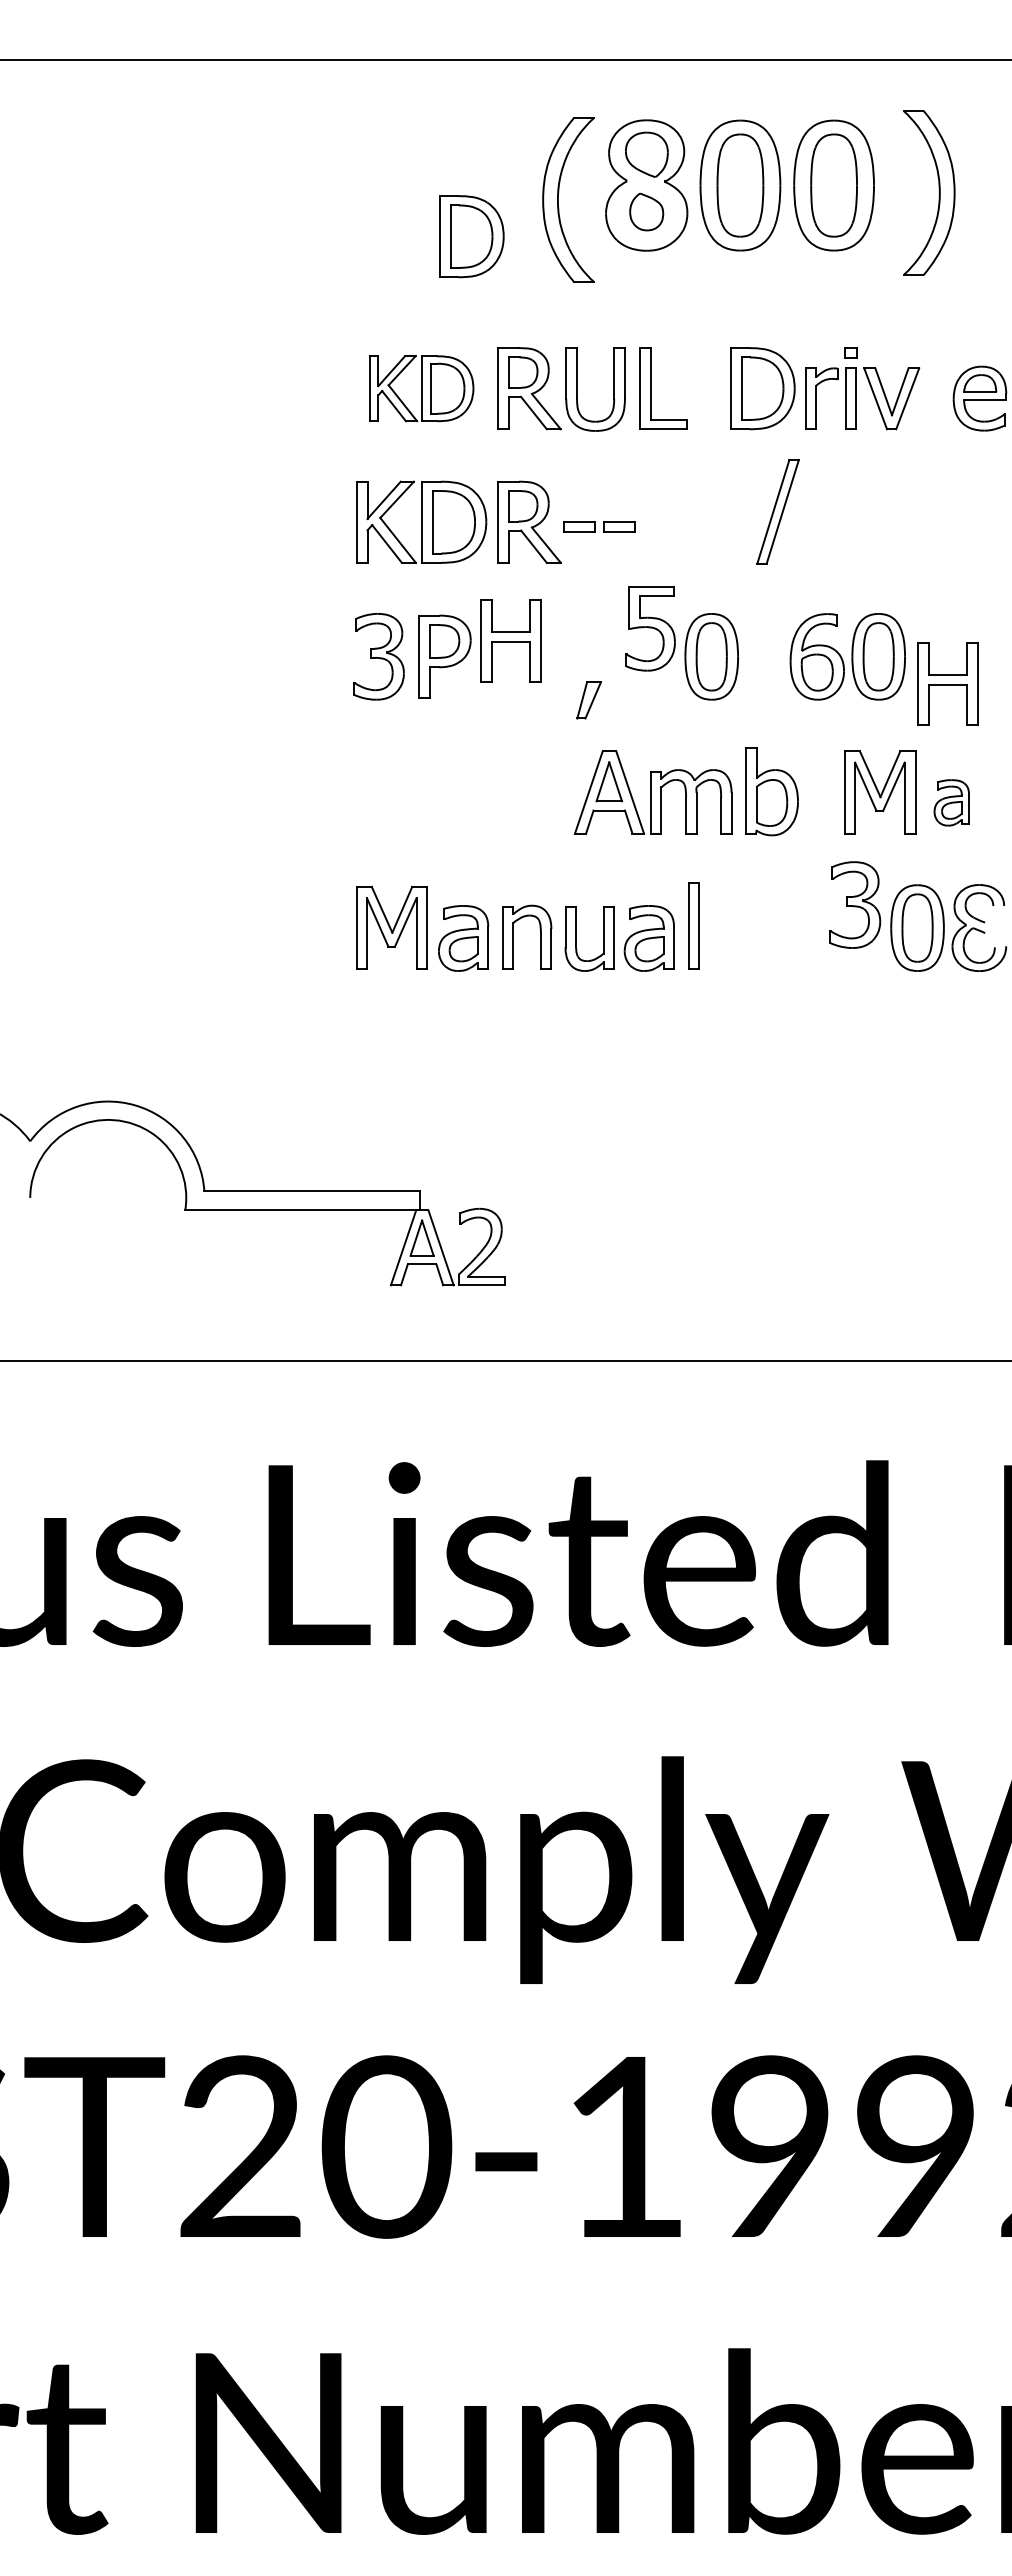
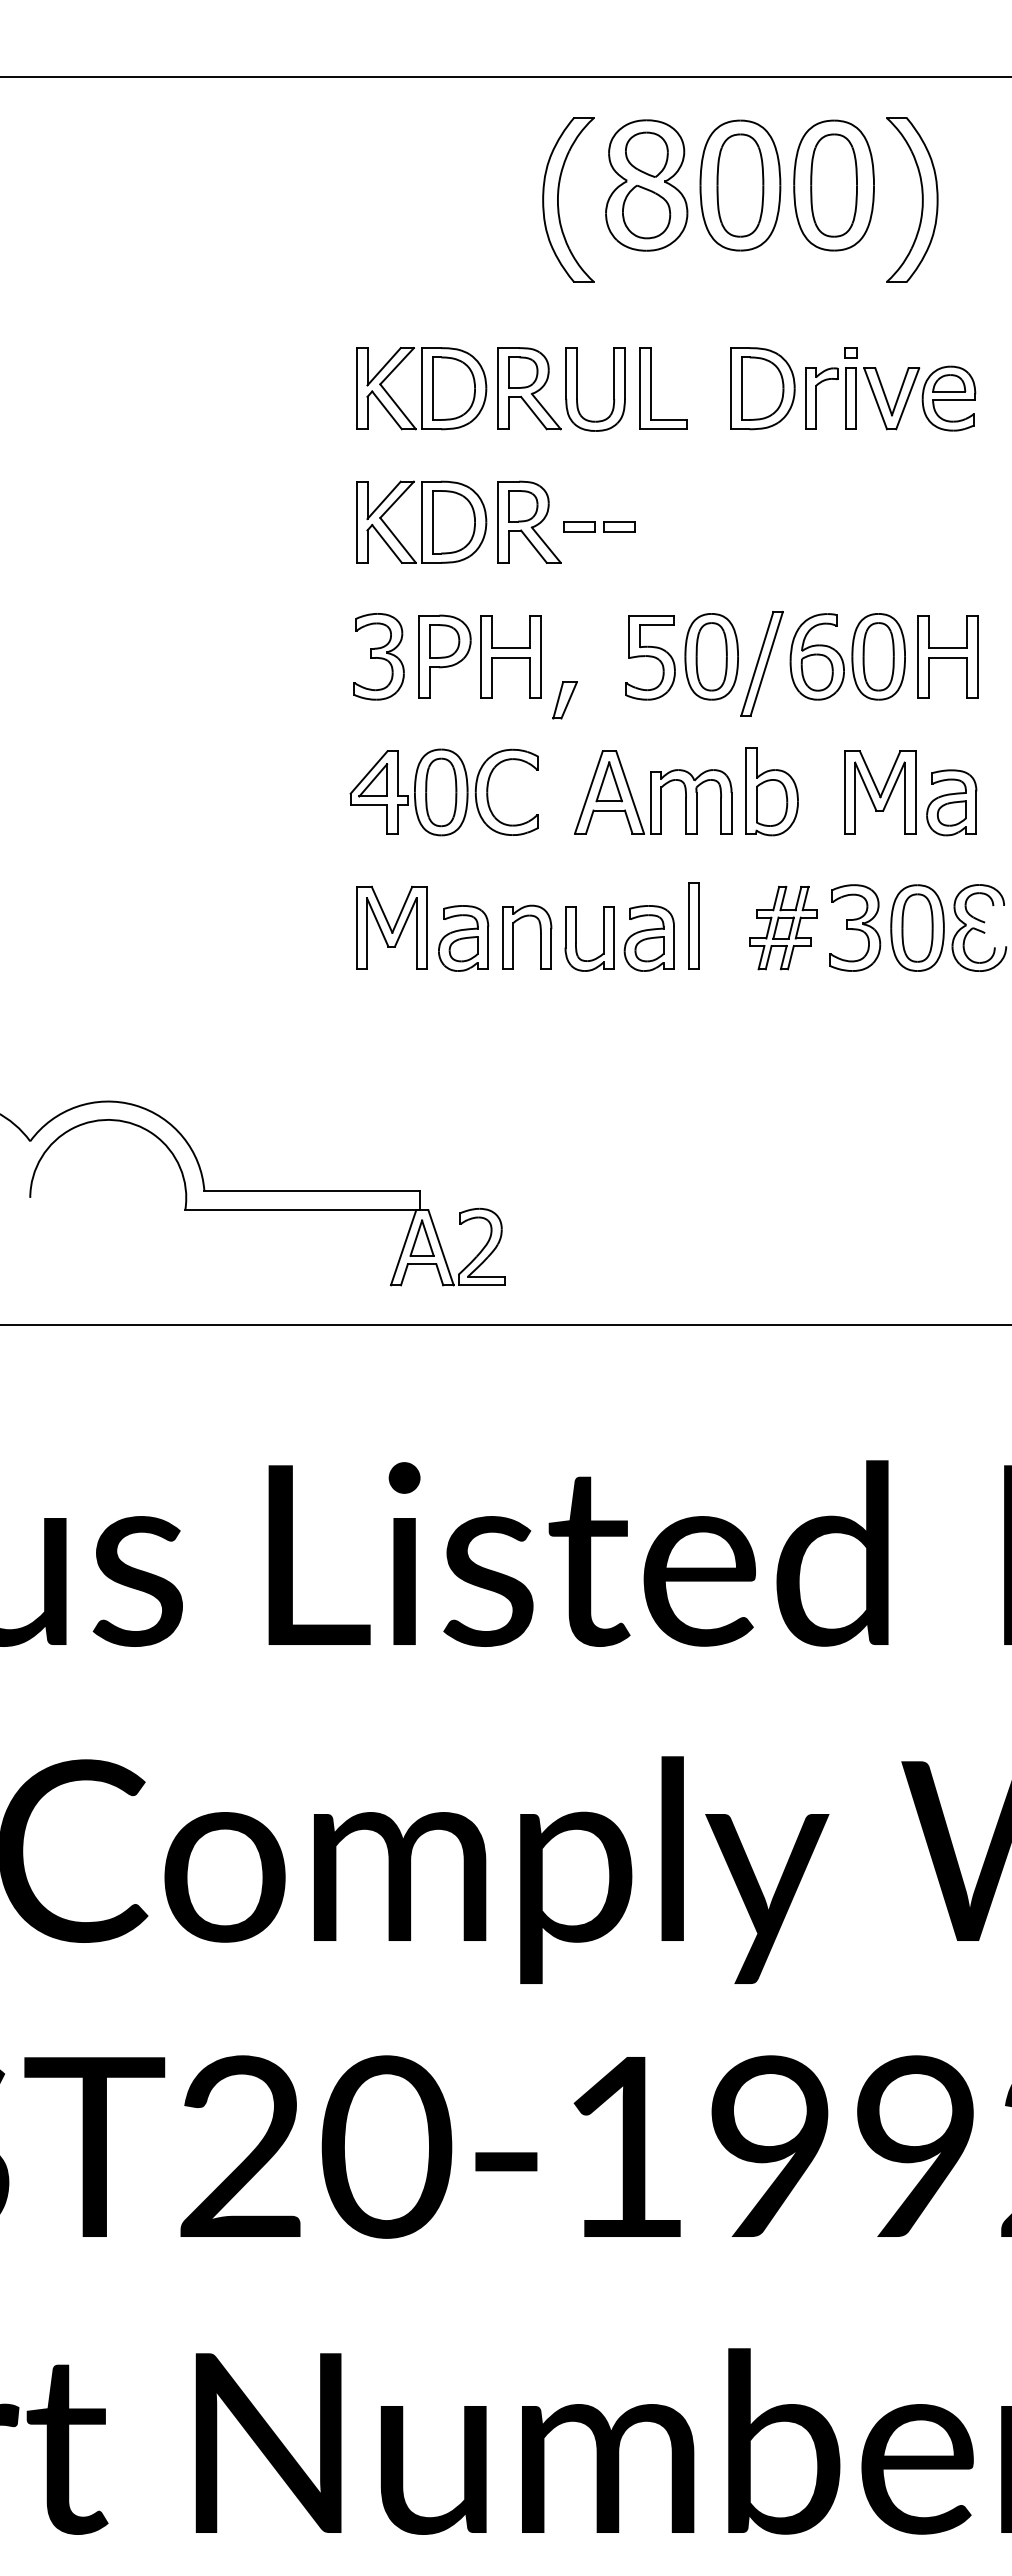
line at (505, 60) position: (505, 60) -> (505, 77)
part at (938, 190) position: (938, 190) -> (921, 197)
part at (646, 211) size: 36x40 px -> 50x56 px
part at (471, 236): present -> none
part at (421, 388) size: 106x68 px -> 132x84 px
part at (979, 398) position: (979, 398) -> (948, 398)
part at (777, 511) position: (777, 511) -> (761, 663)
part at (650, 628) position: (650, 628) -> (650, 657)
part at (510, 640) position: (510, 640) -> (510, 656)
part at (947, 683) position: (947, 683) -> (947, 656)
part at (588, 700) position: (588, 700) -> (564, 700)
part at (443, 792): none -> present
part at (951, 802) size: 37x48 px -> 52x68 px
part at (855, 904) position: (855, 904) -> (855, 927)
part at (783, 927): none -> present
line at (505, 1361) position: (505, 1361) -> (505, 1325)
